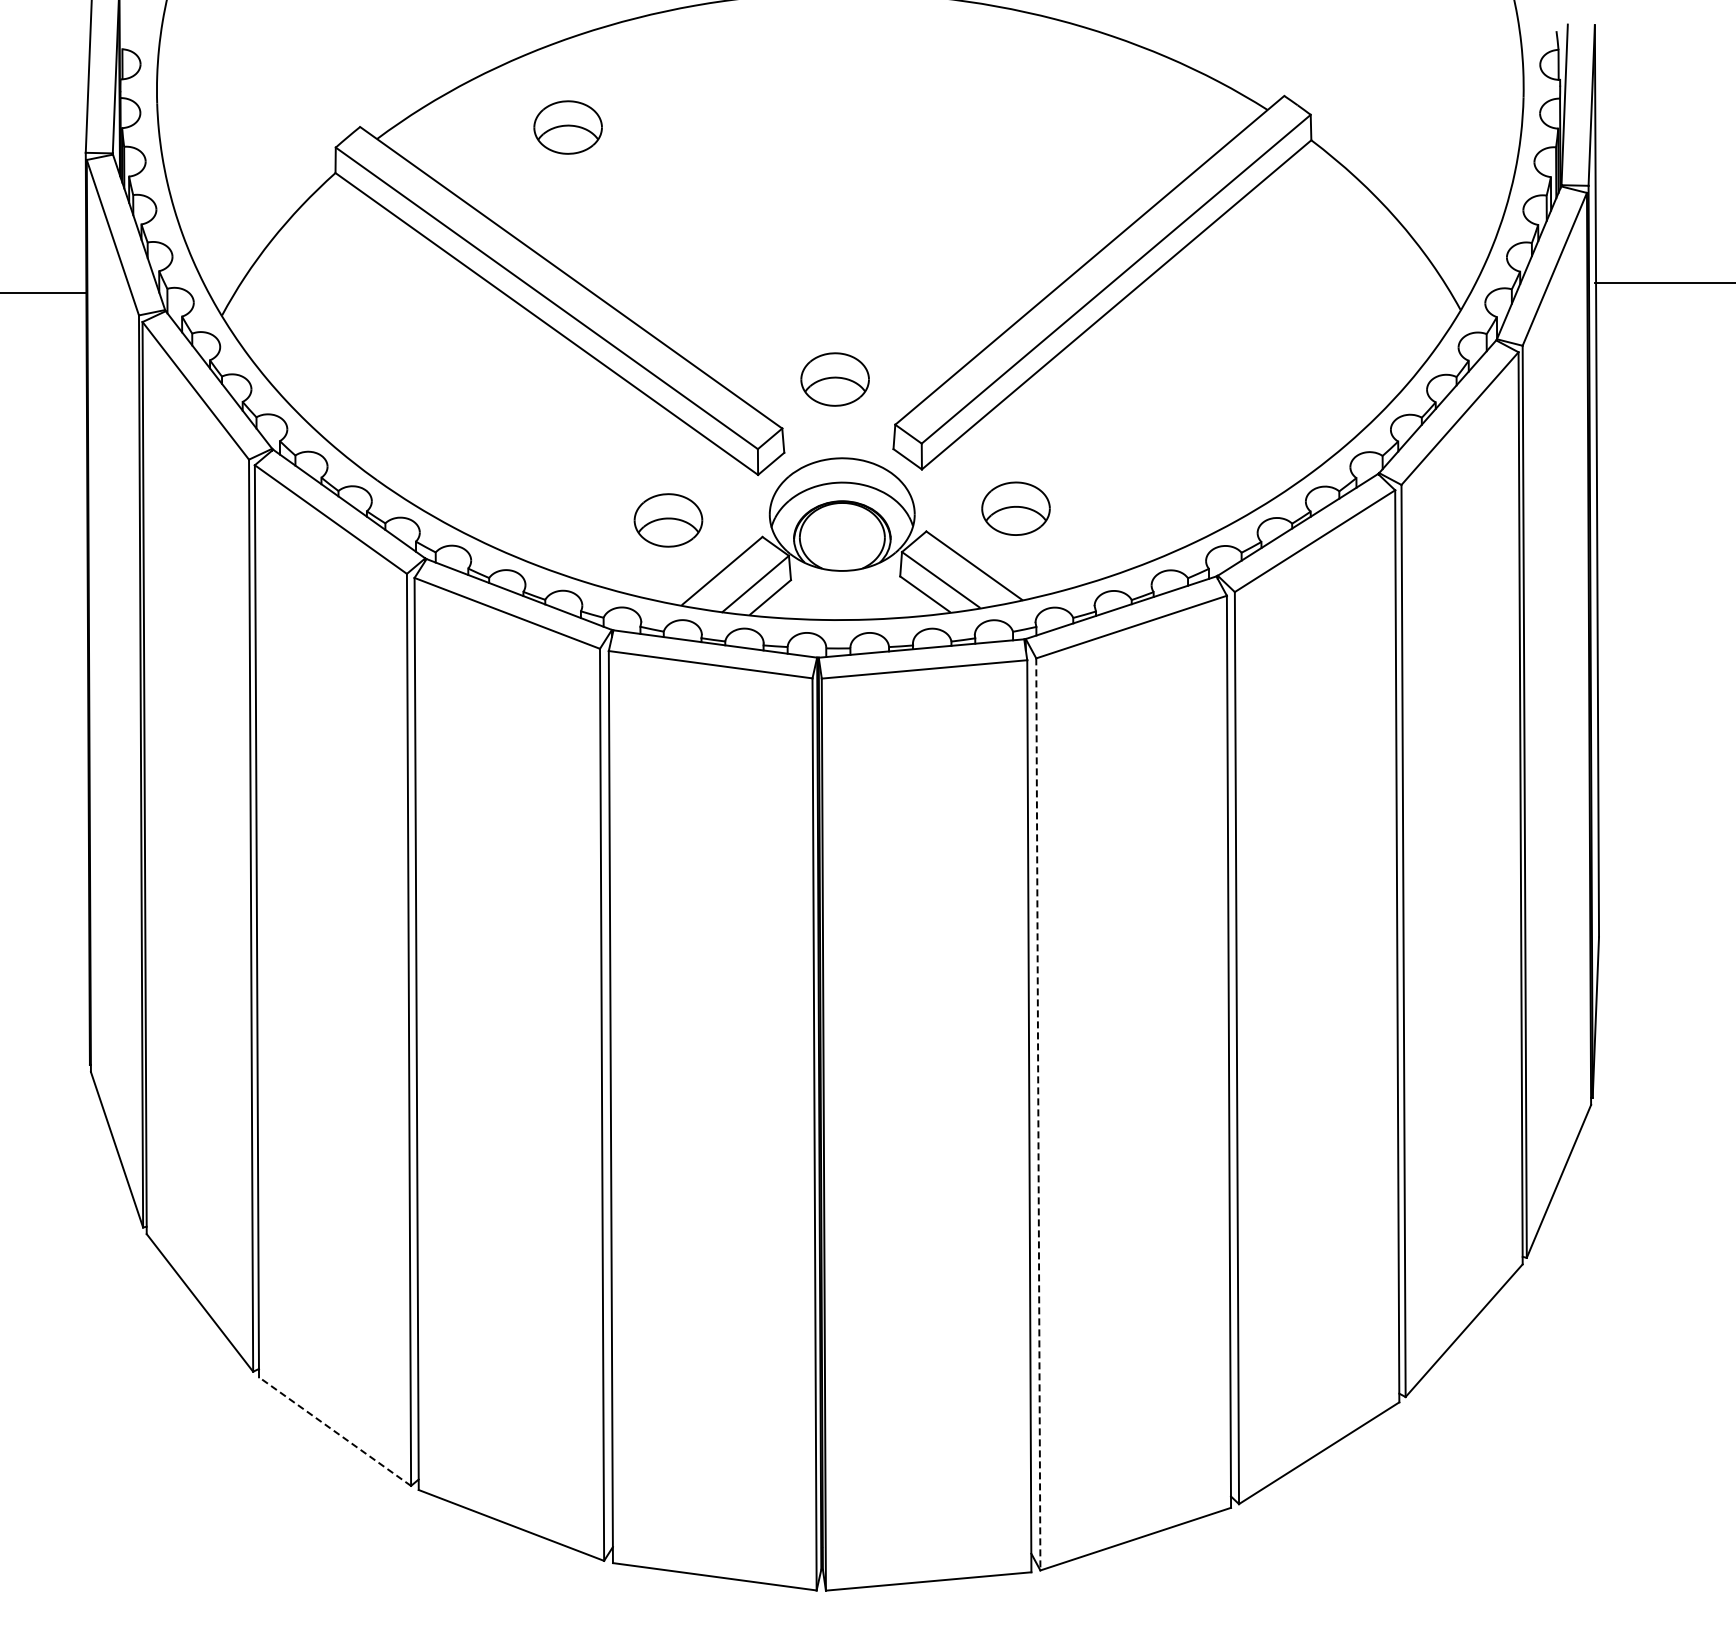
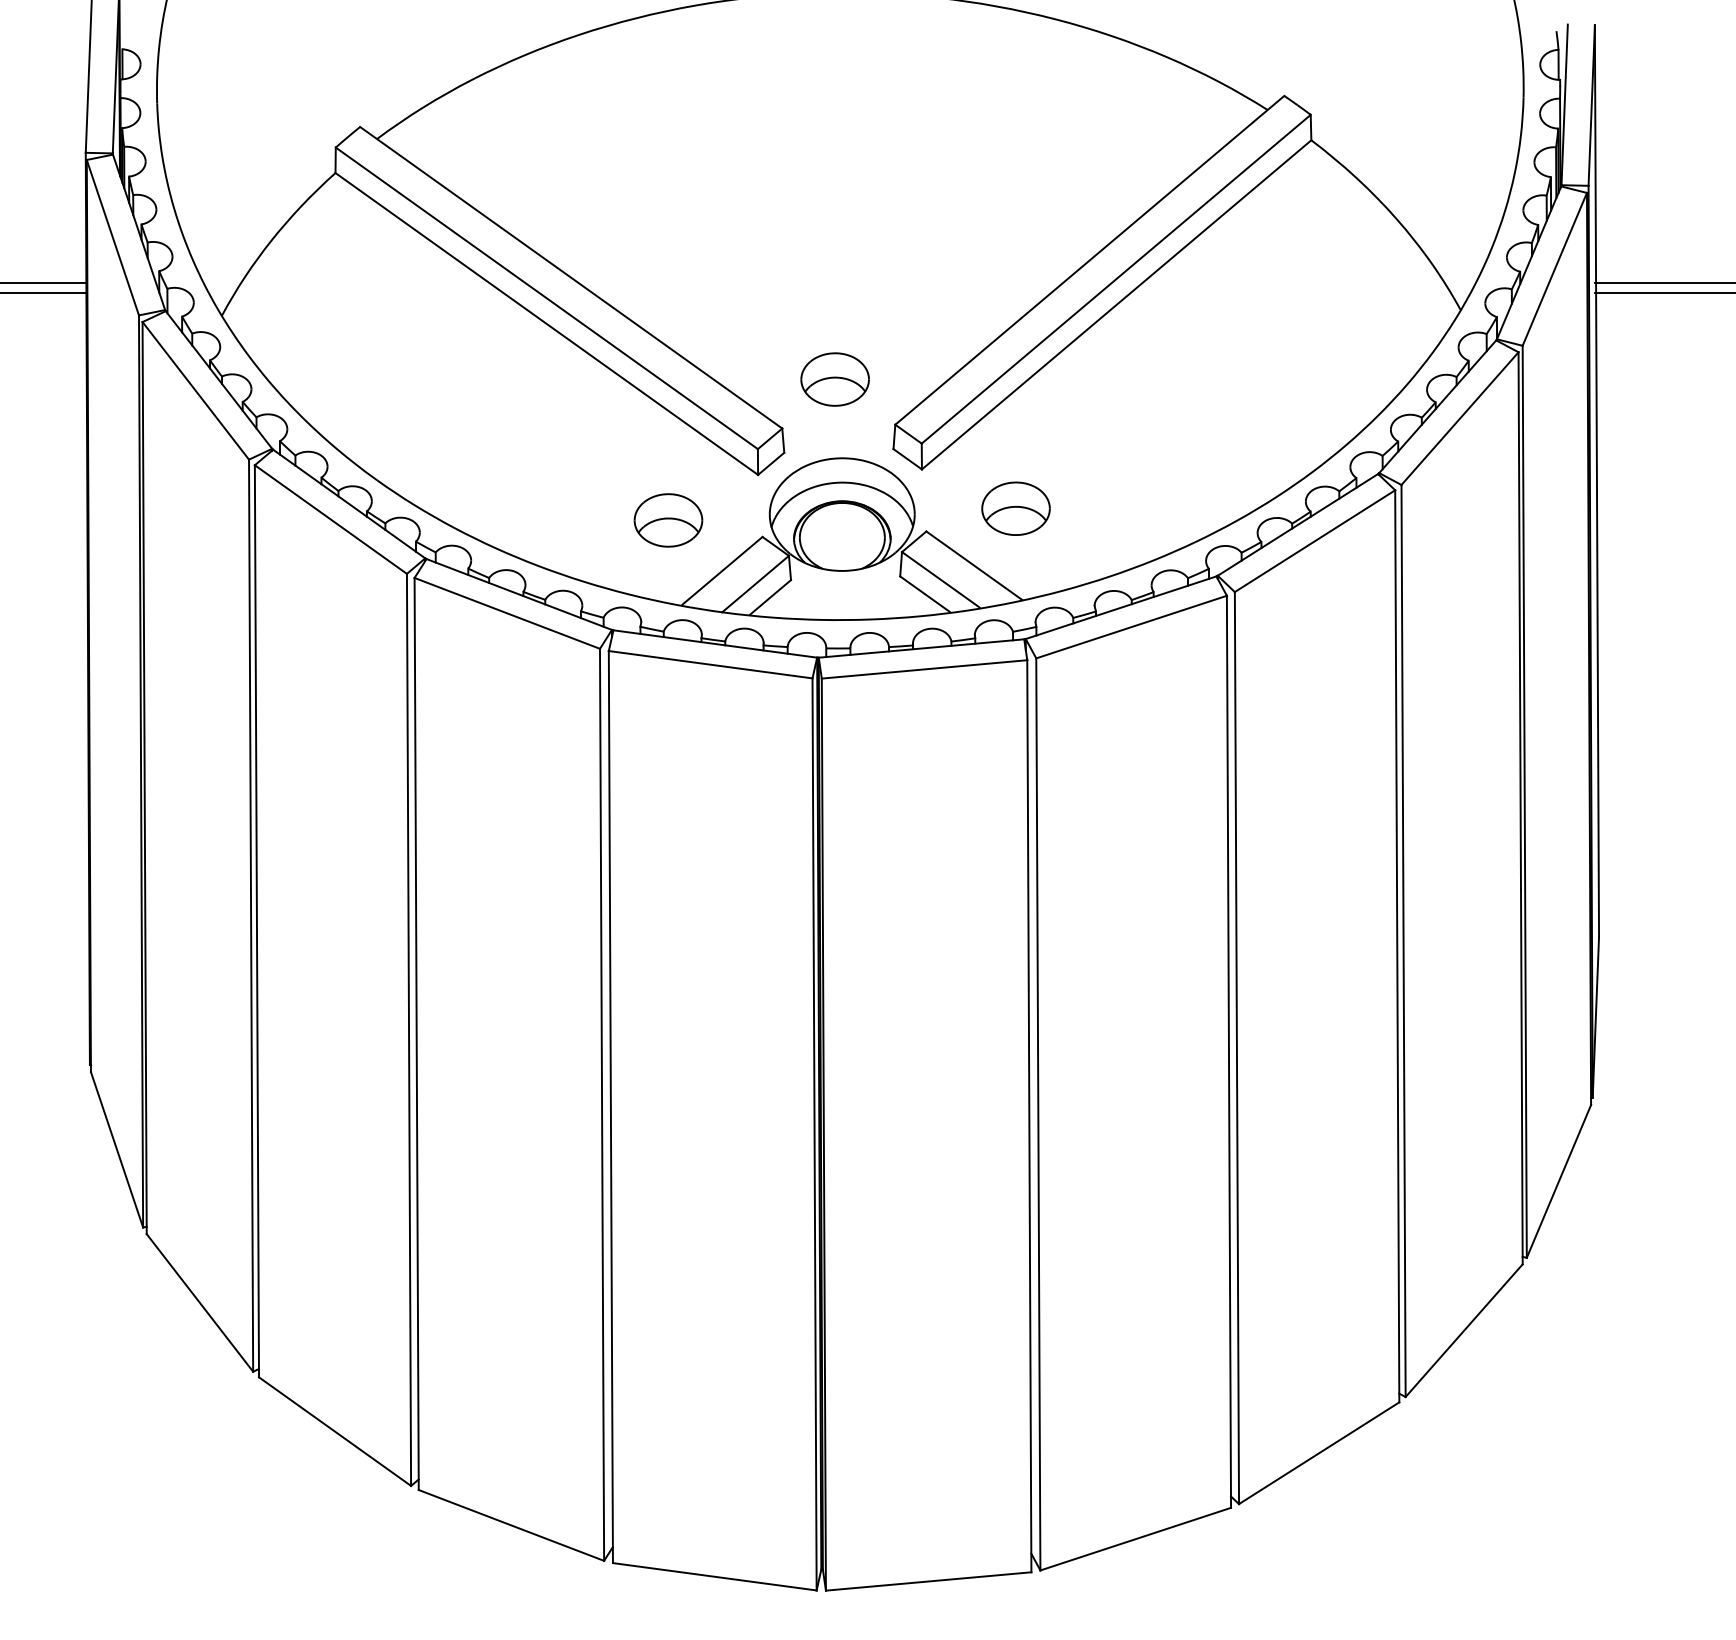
part at (567, 127): present -> none
line at (44, 282): none -> present
line at (1663, 292): none -> present
line at (1038, 1114): dashed -> solid
line at (334, 1431): dashed -> solid
